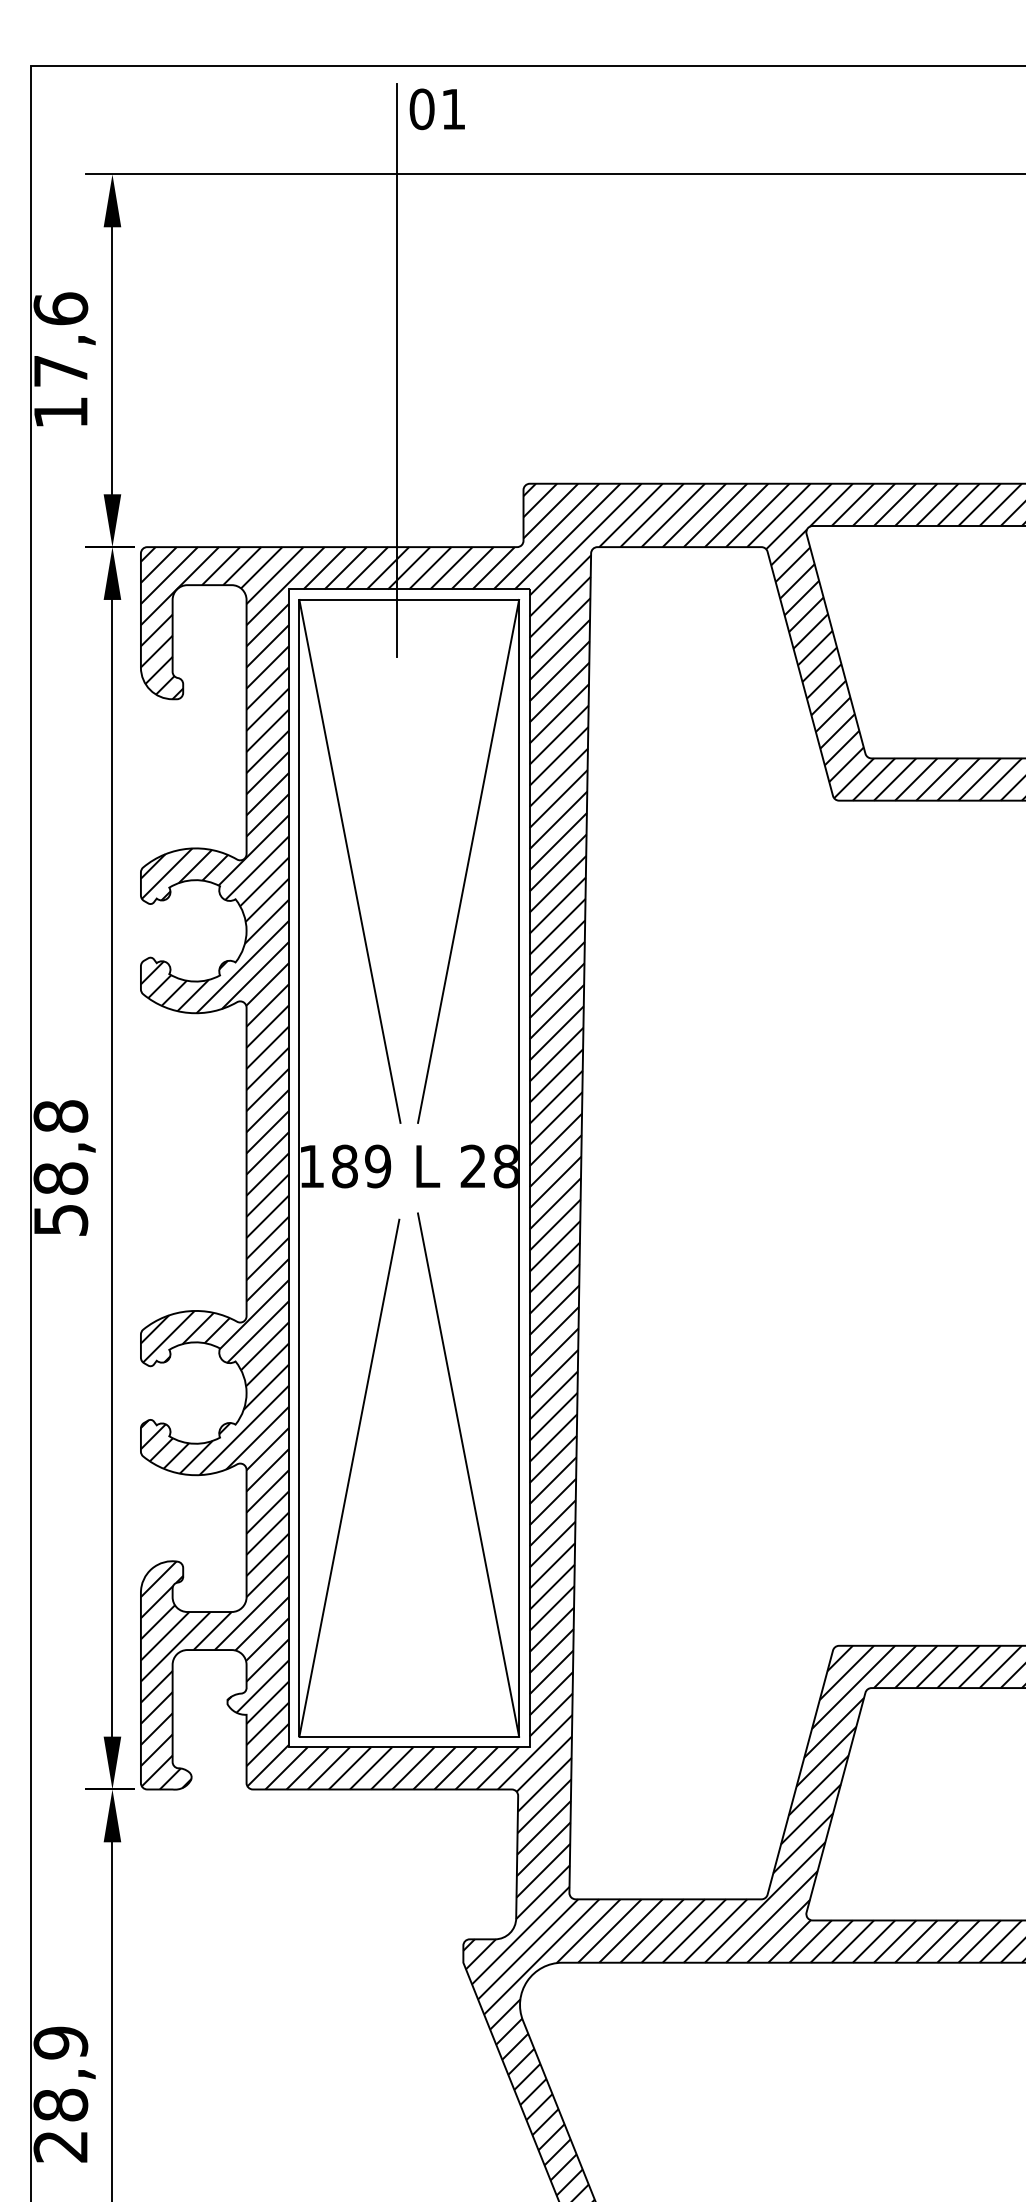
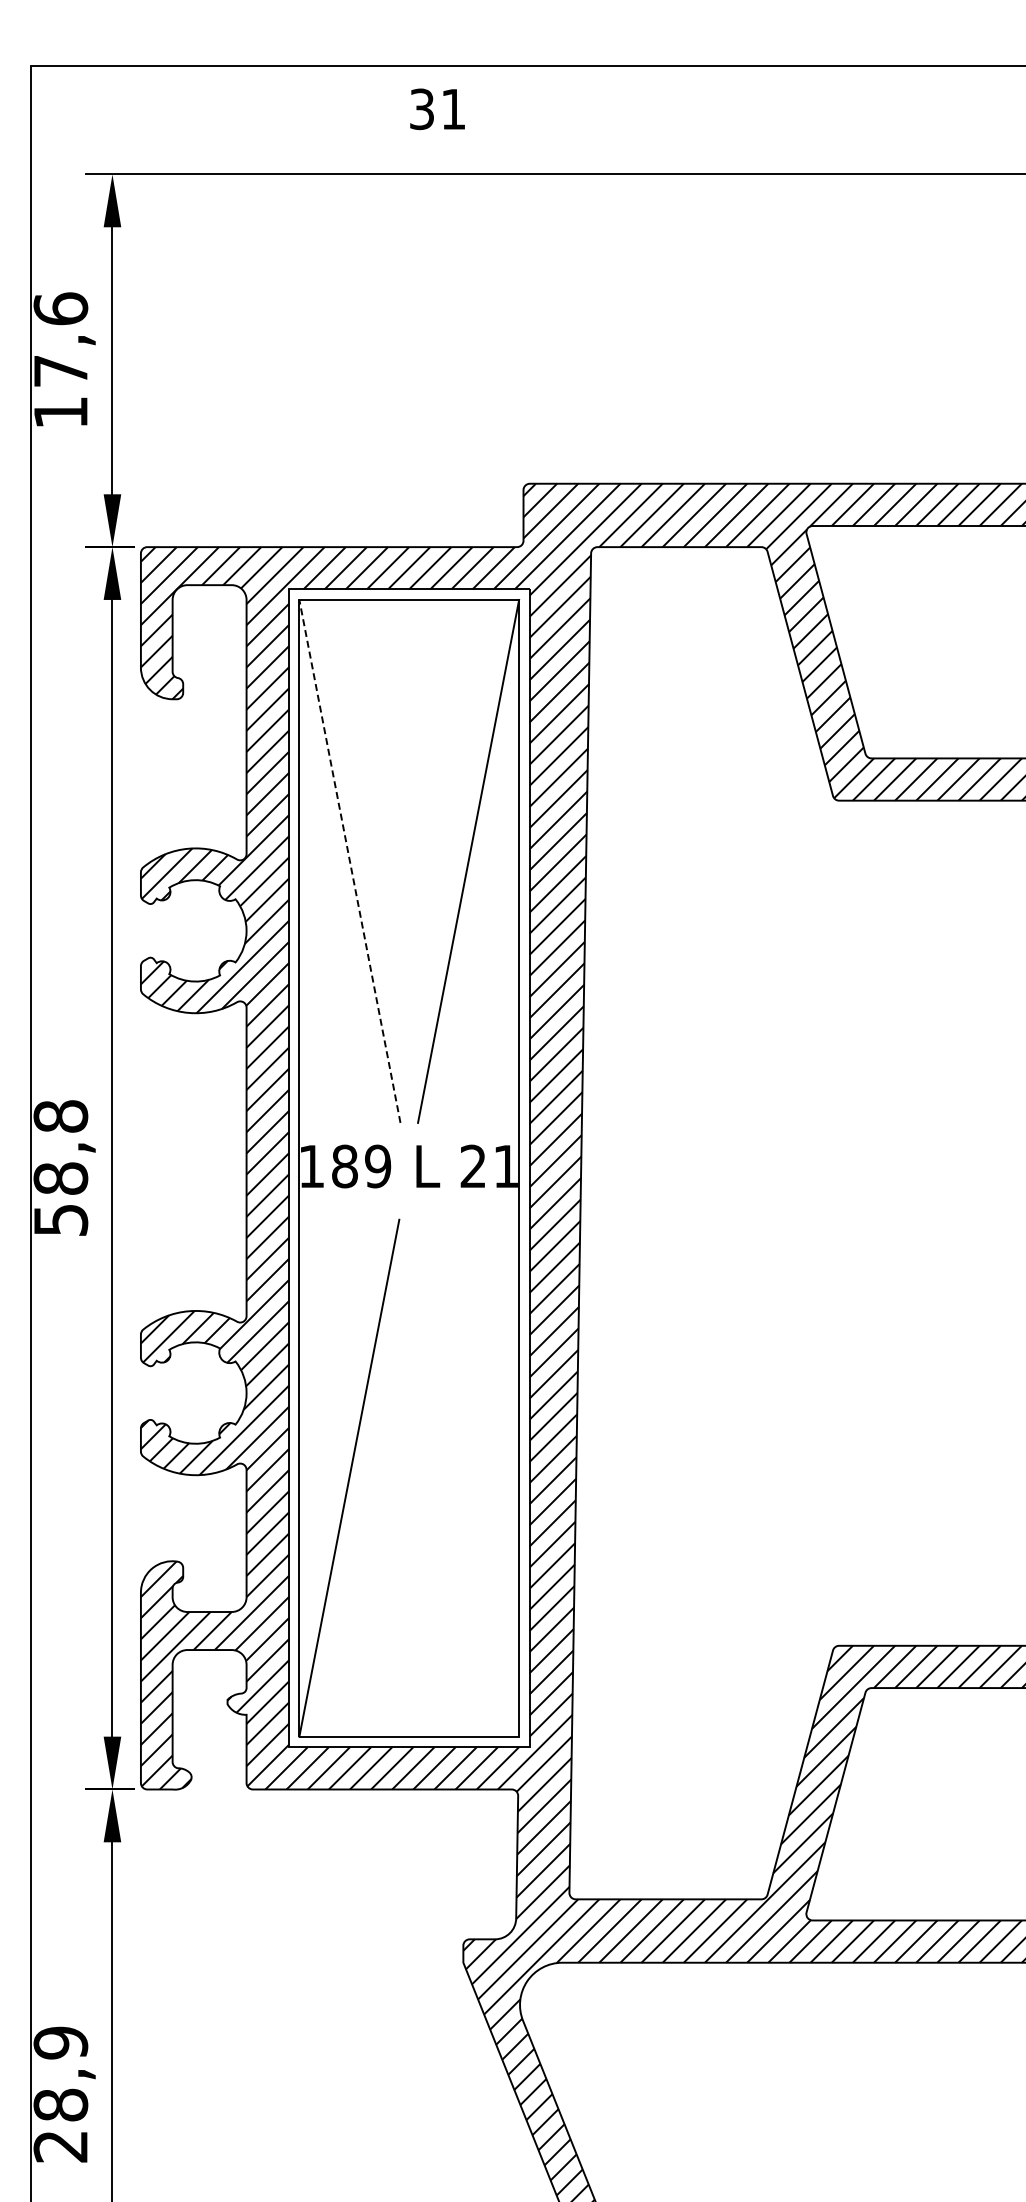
text at (421, 109): 01 -> 31
line at (396, 370): present -> none
line at (349, 860): solid -> dashed
text at (505, 1166): 28 -> 21
line at (468, 1474): present -> none
